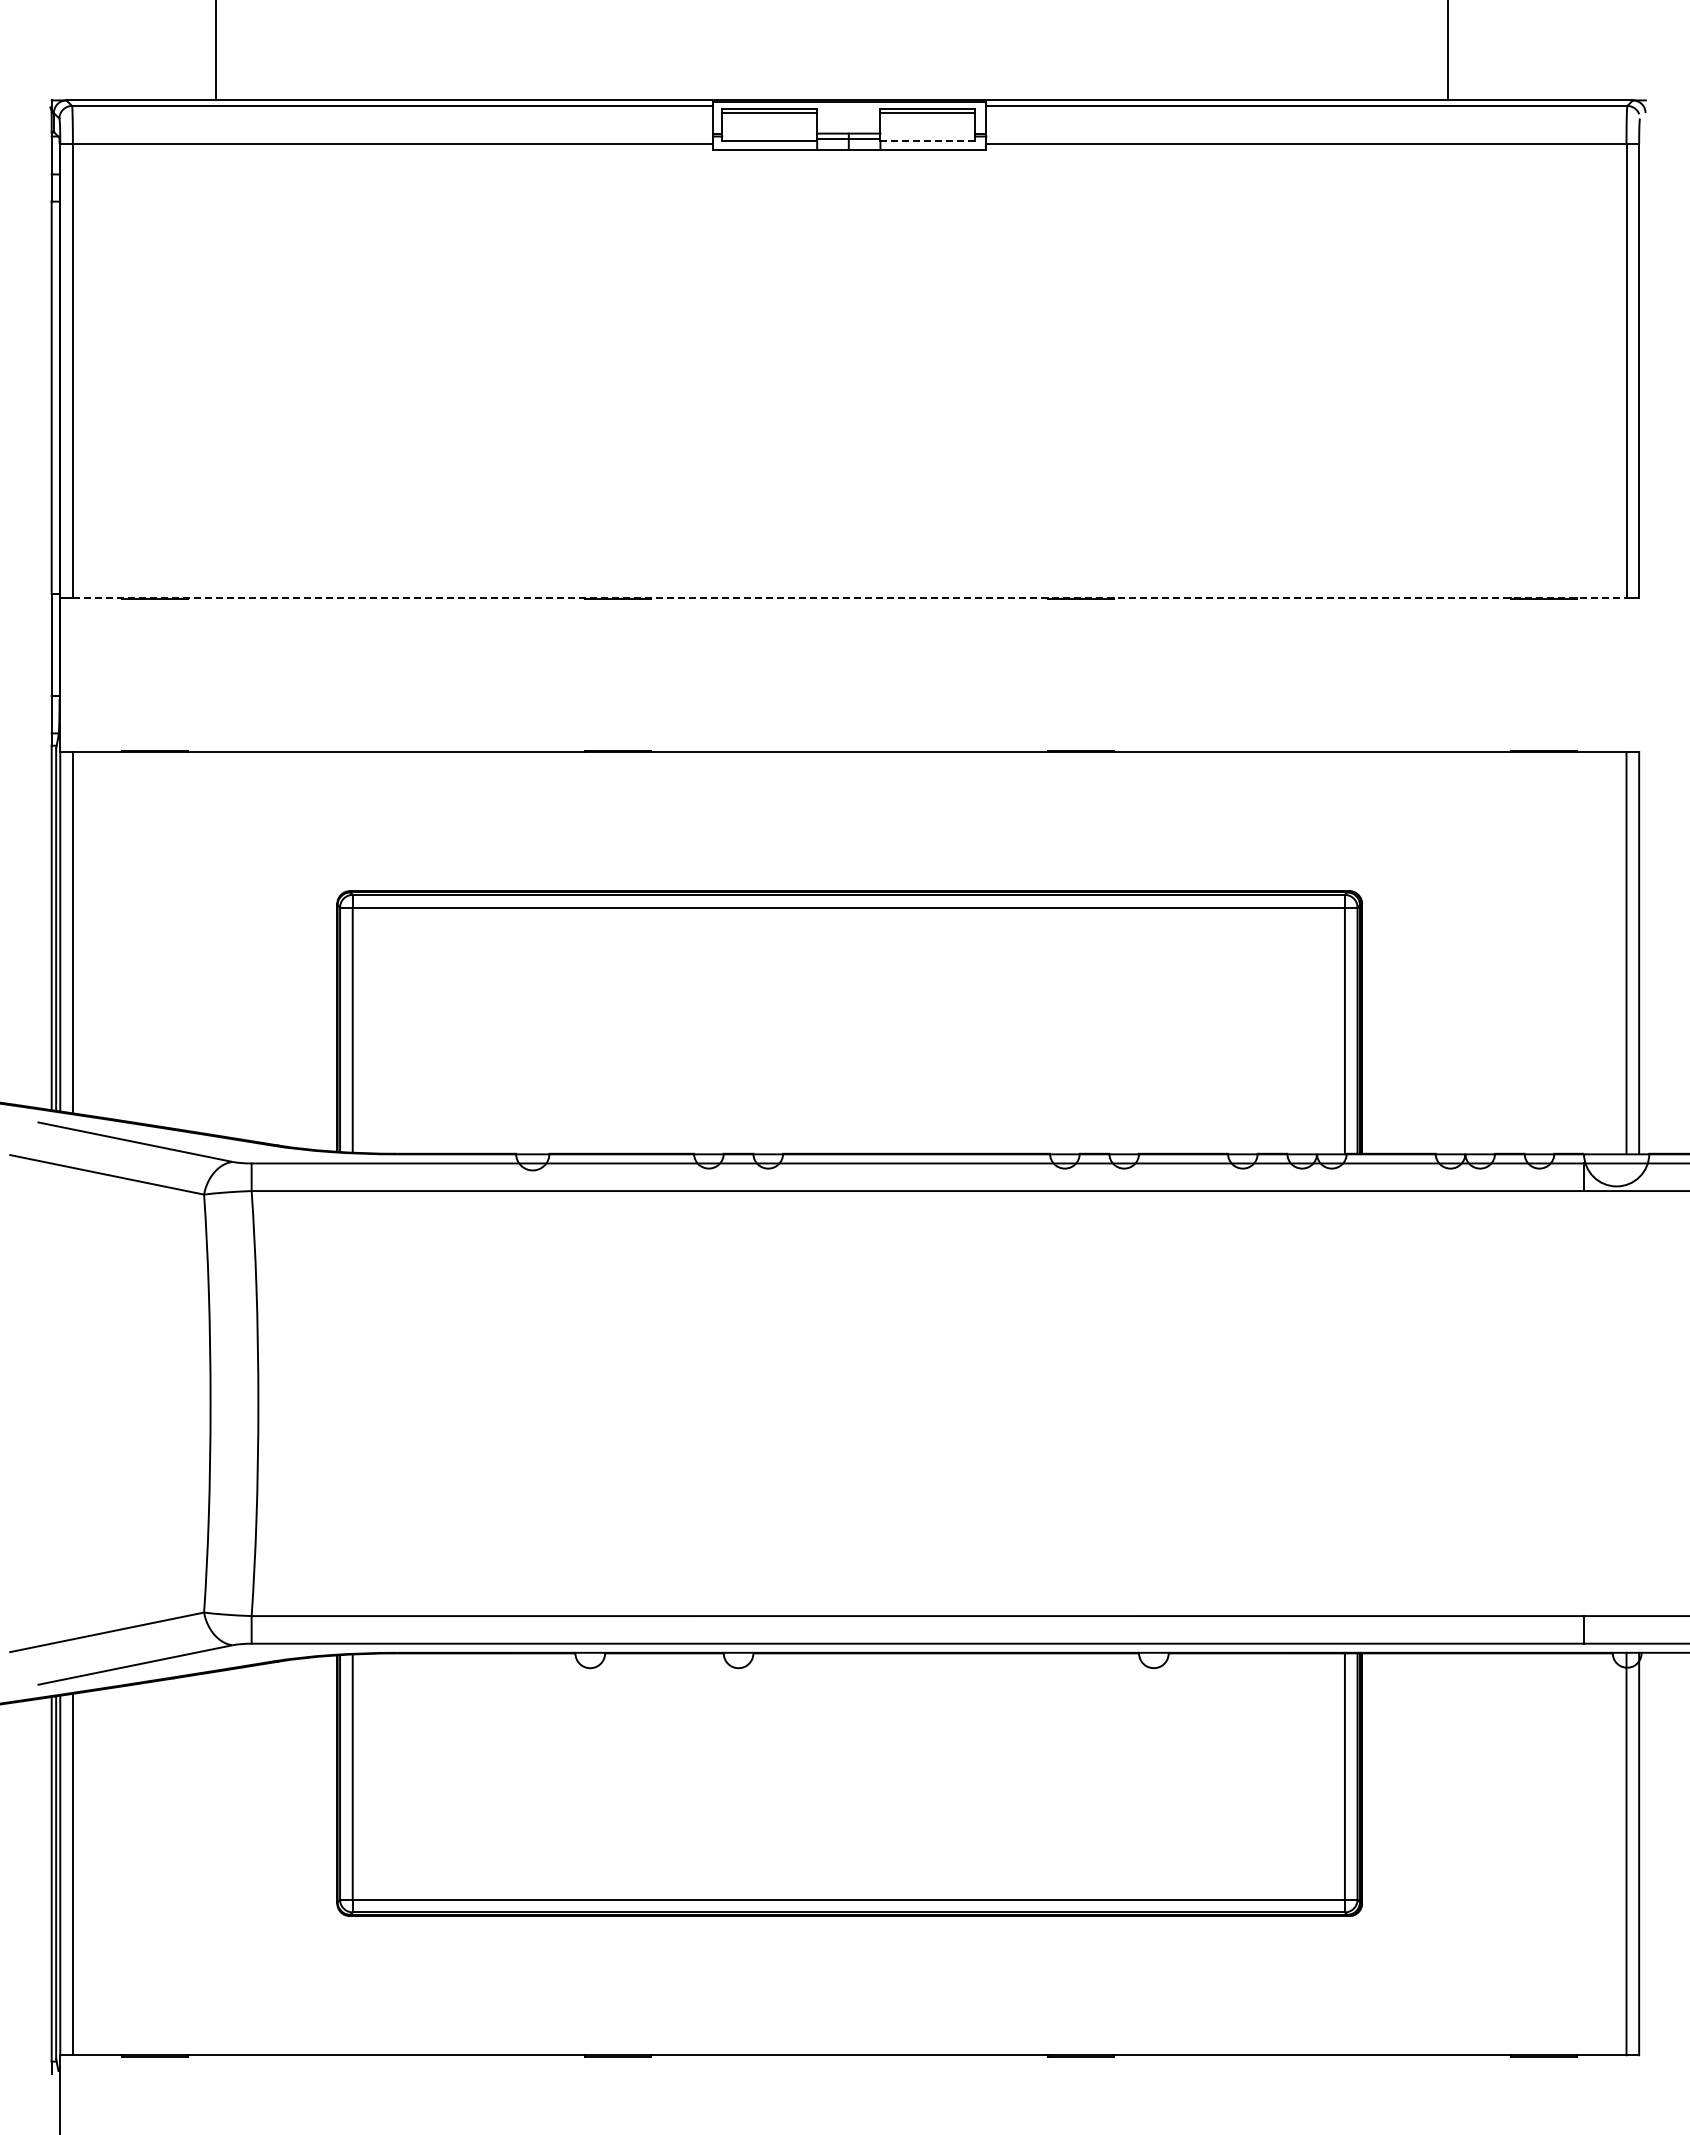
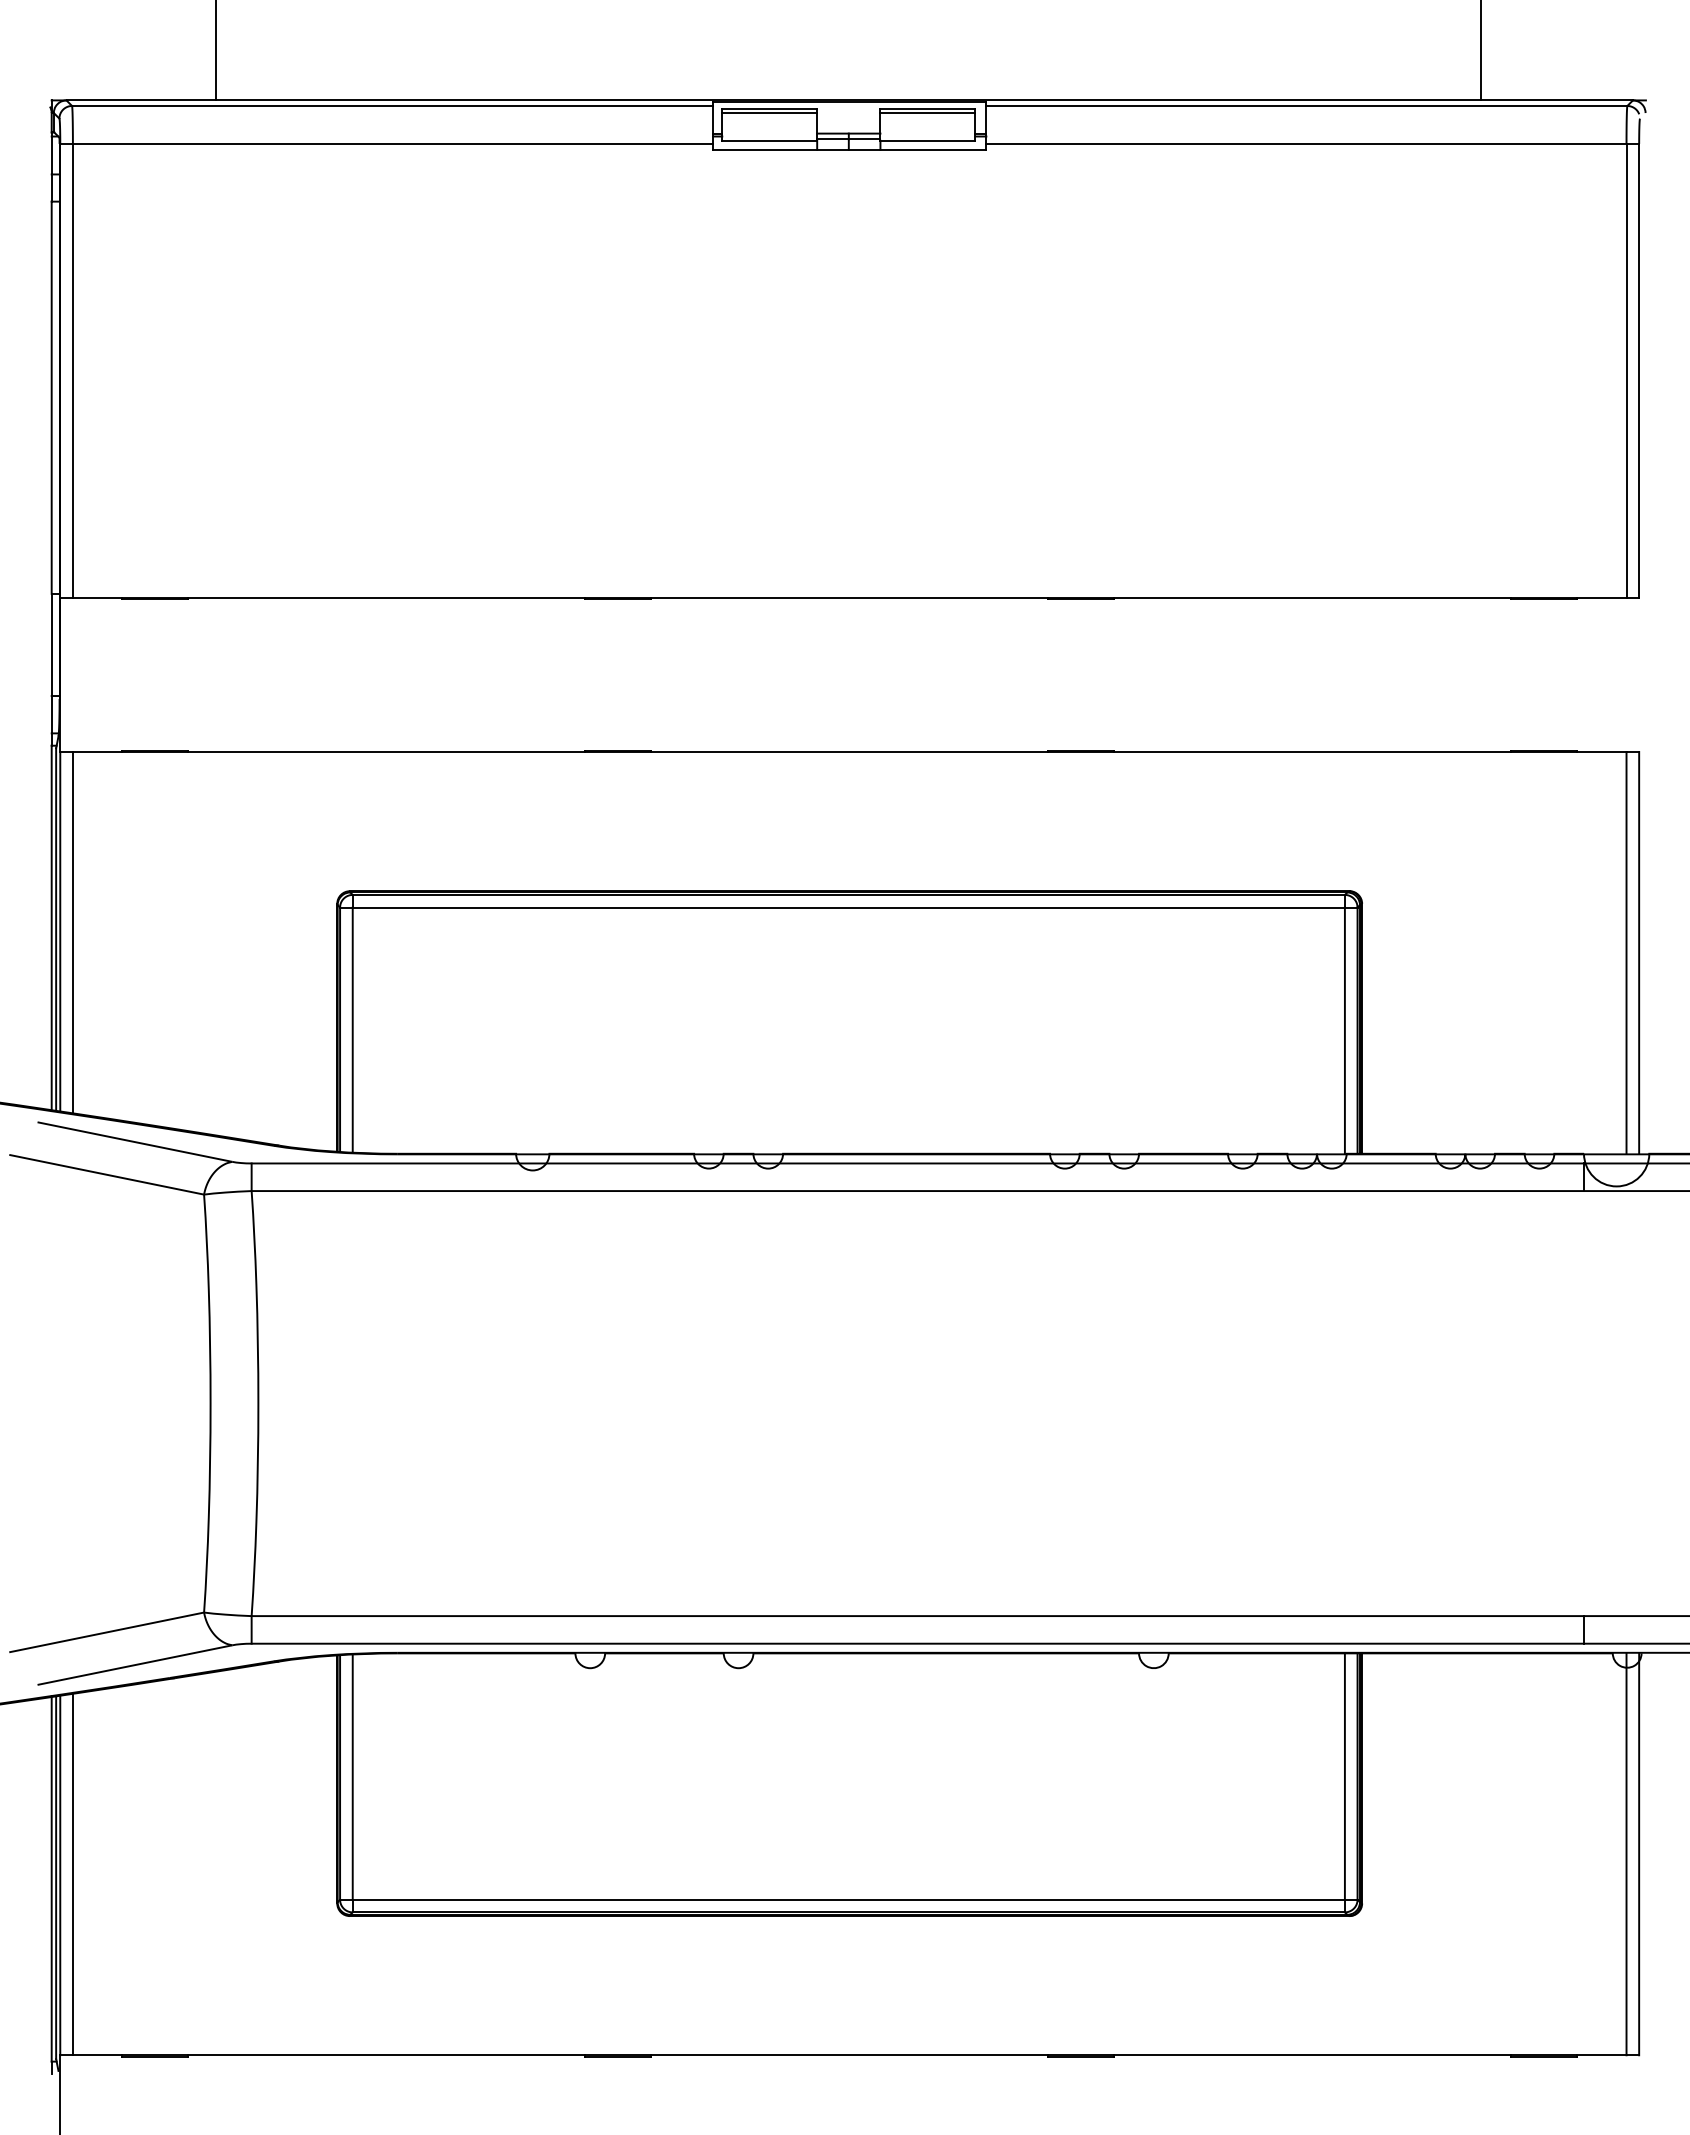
line at (1448, 51) position: (1448, 51) -> (1481, 51)
line at (927, 140): dashed -> solid
line at (849, 597): dashed -> solid
